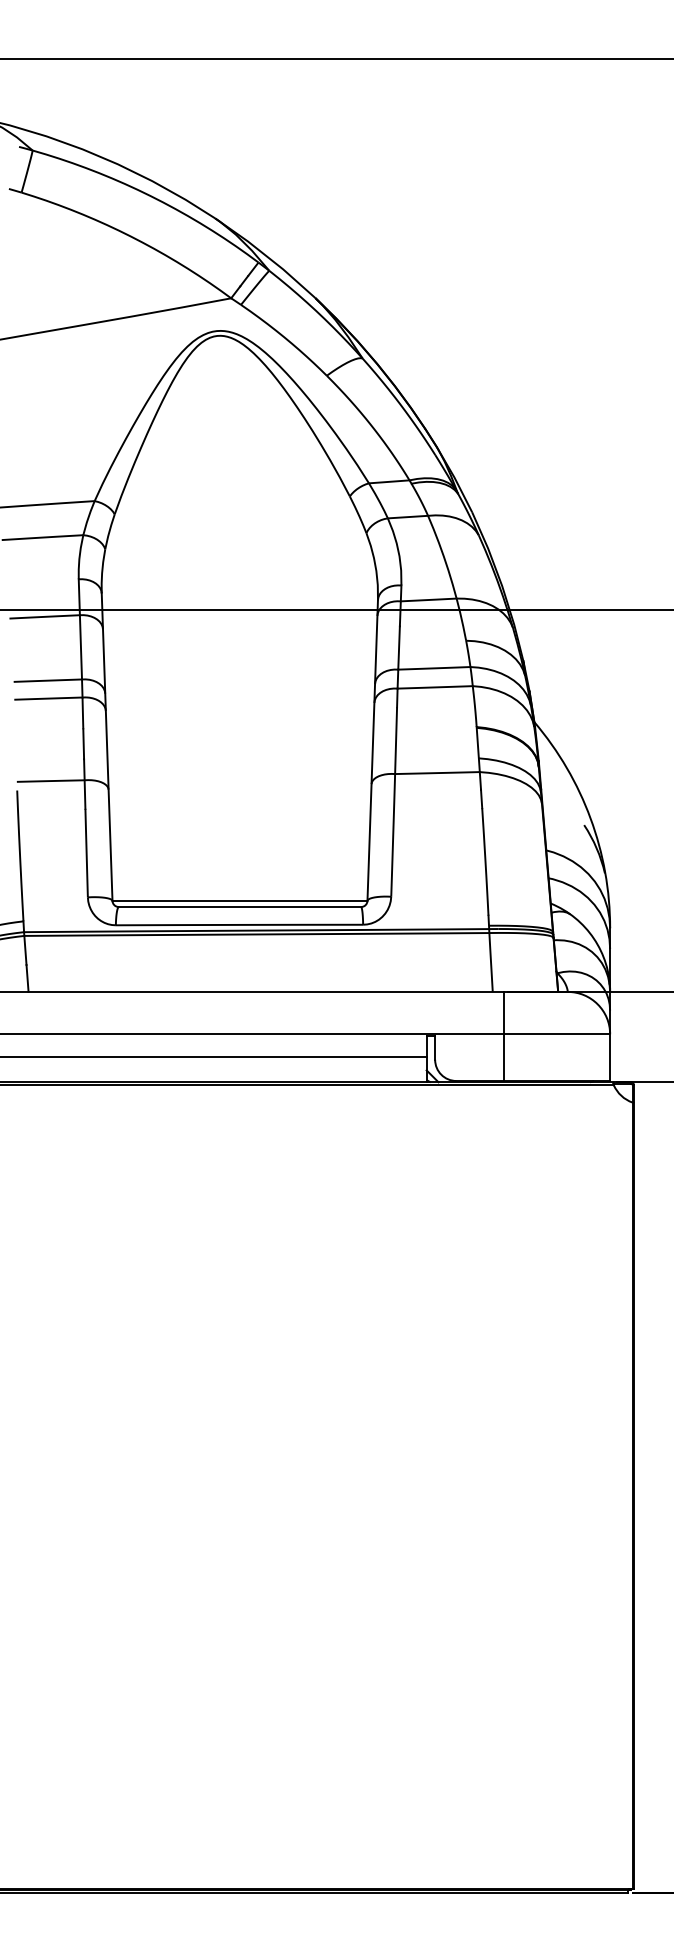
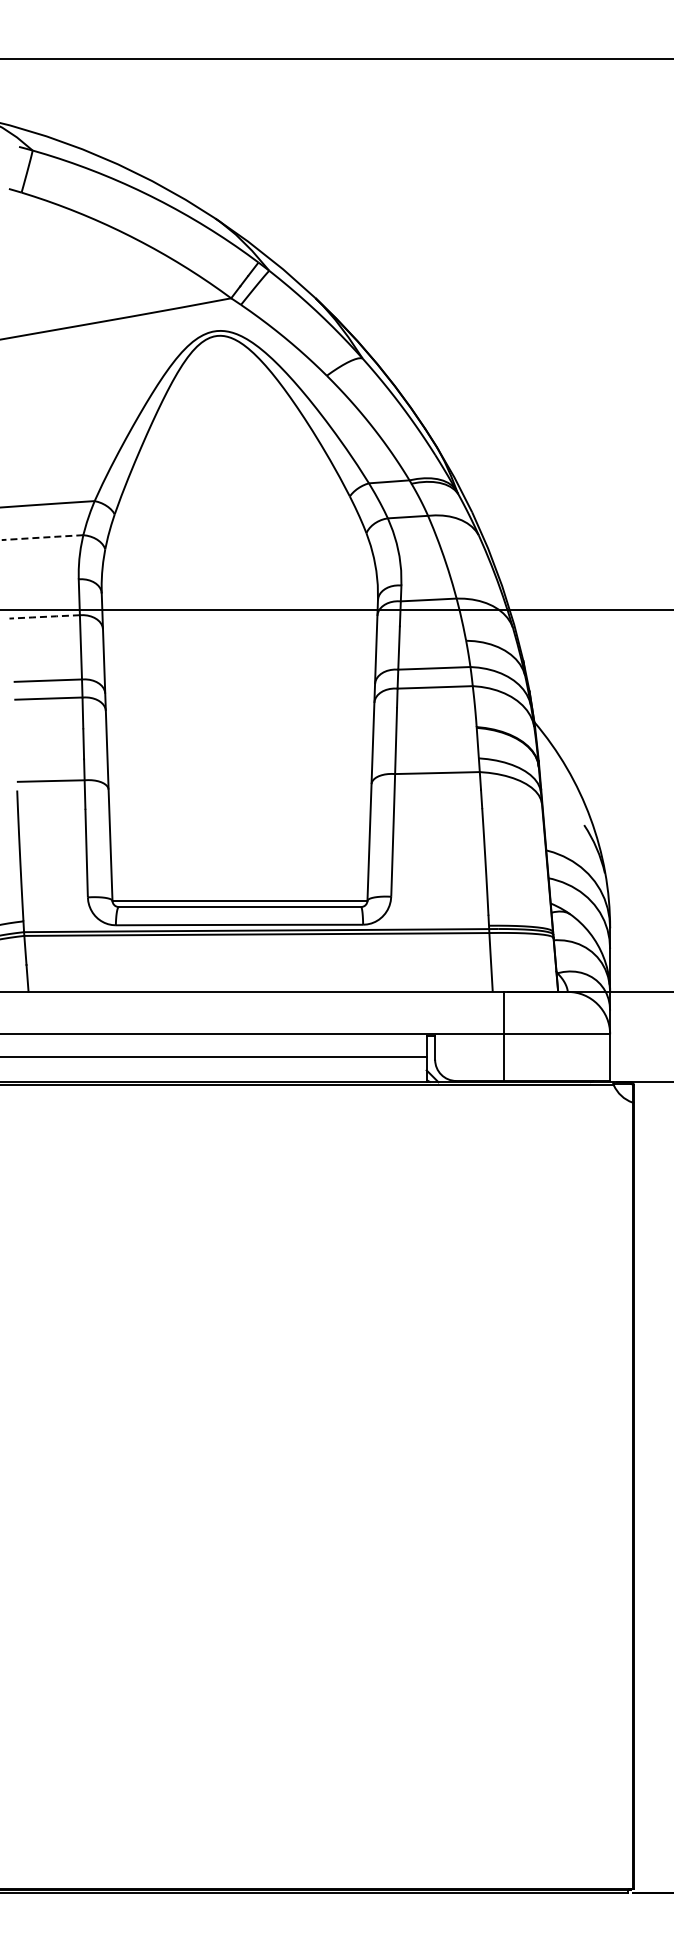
line at (42, 537): solid -> dashed
line at (44, 616): solid -> dashed
